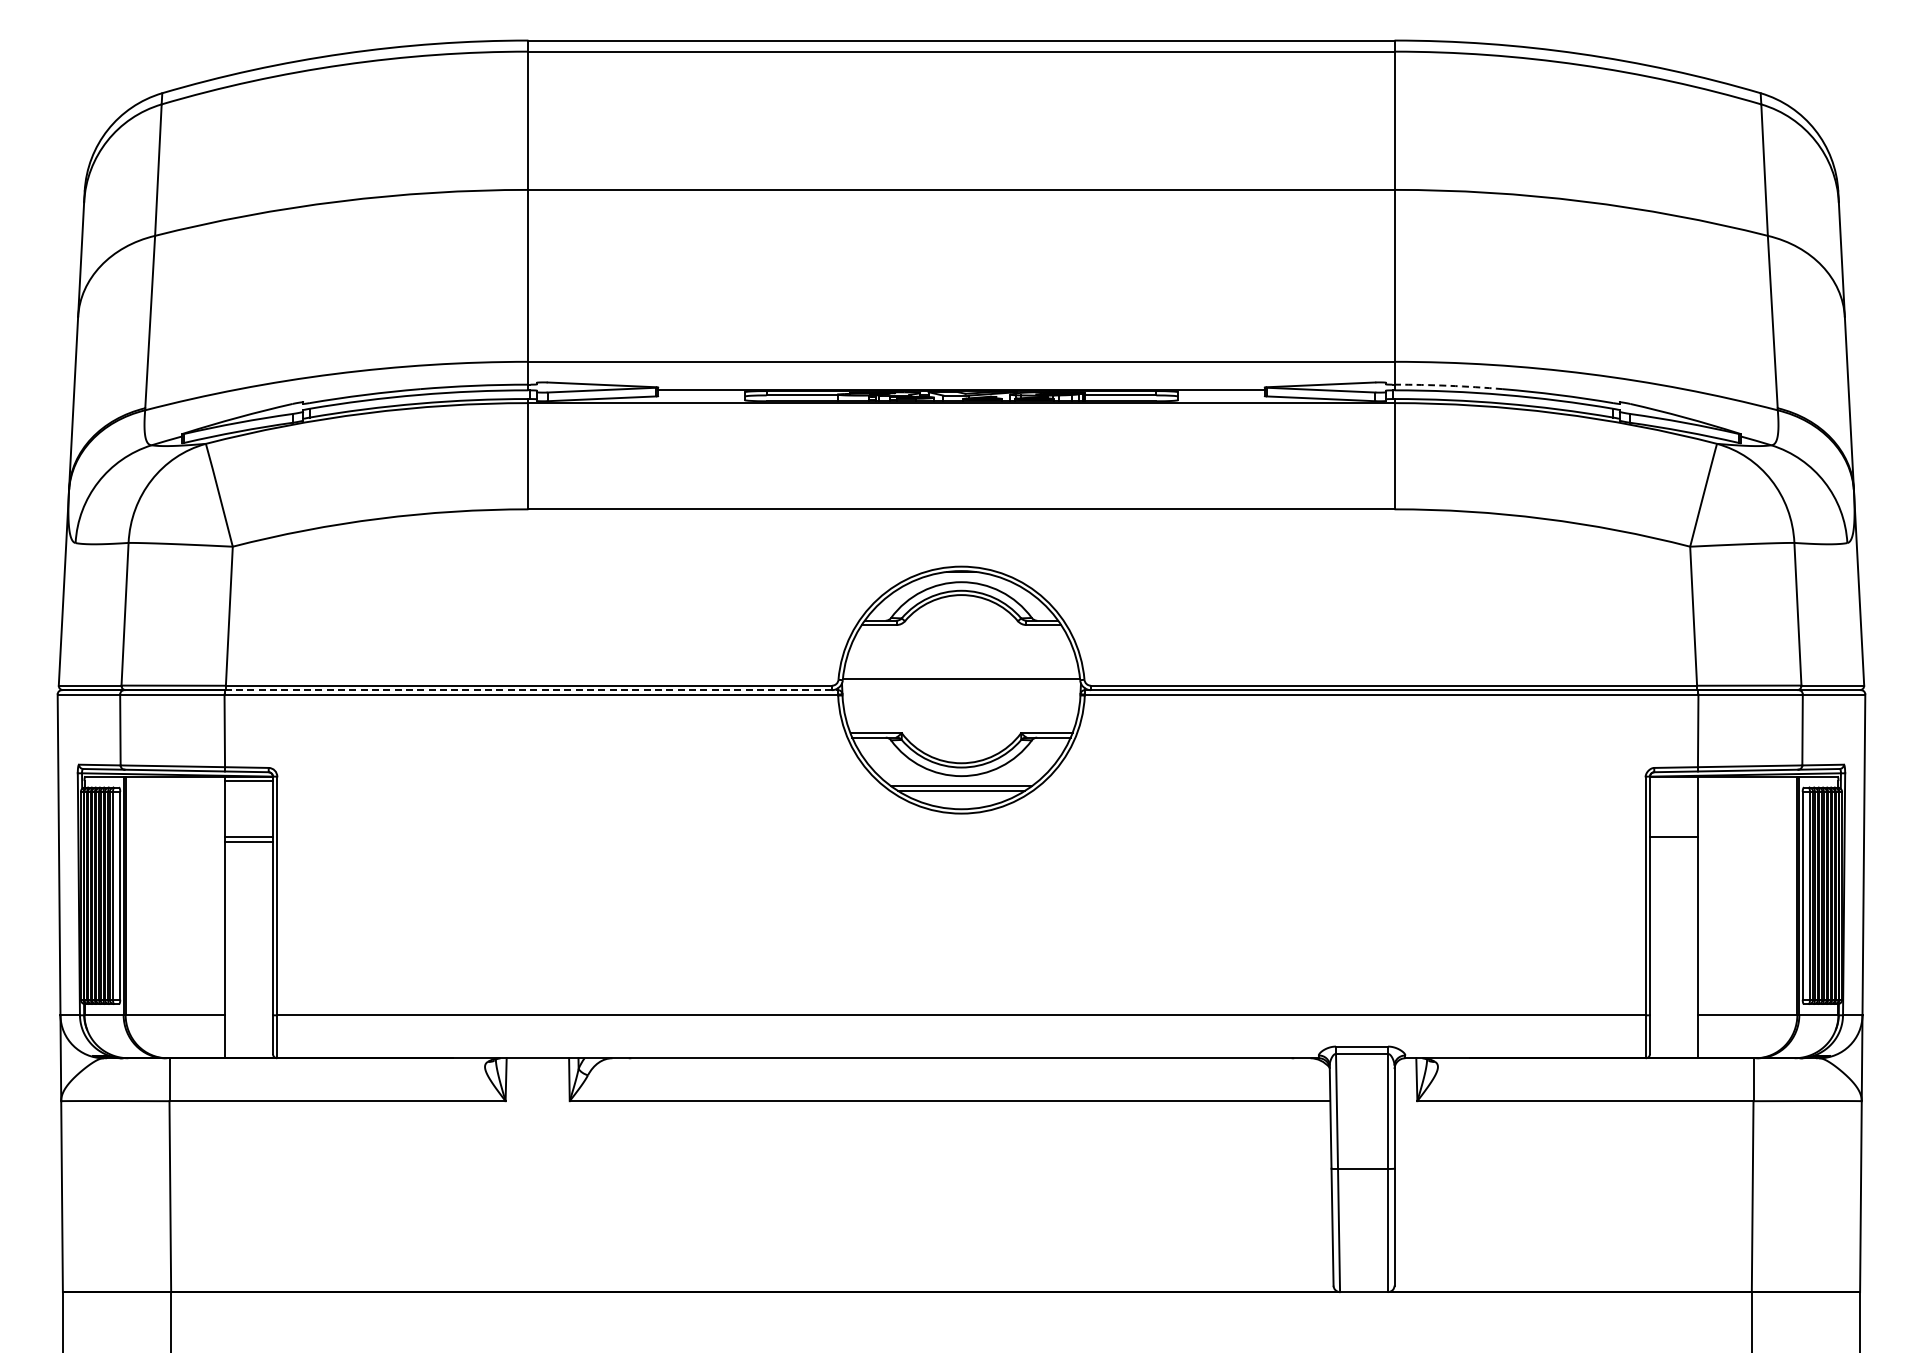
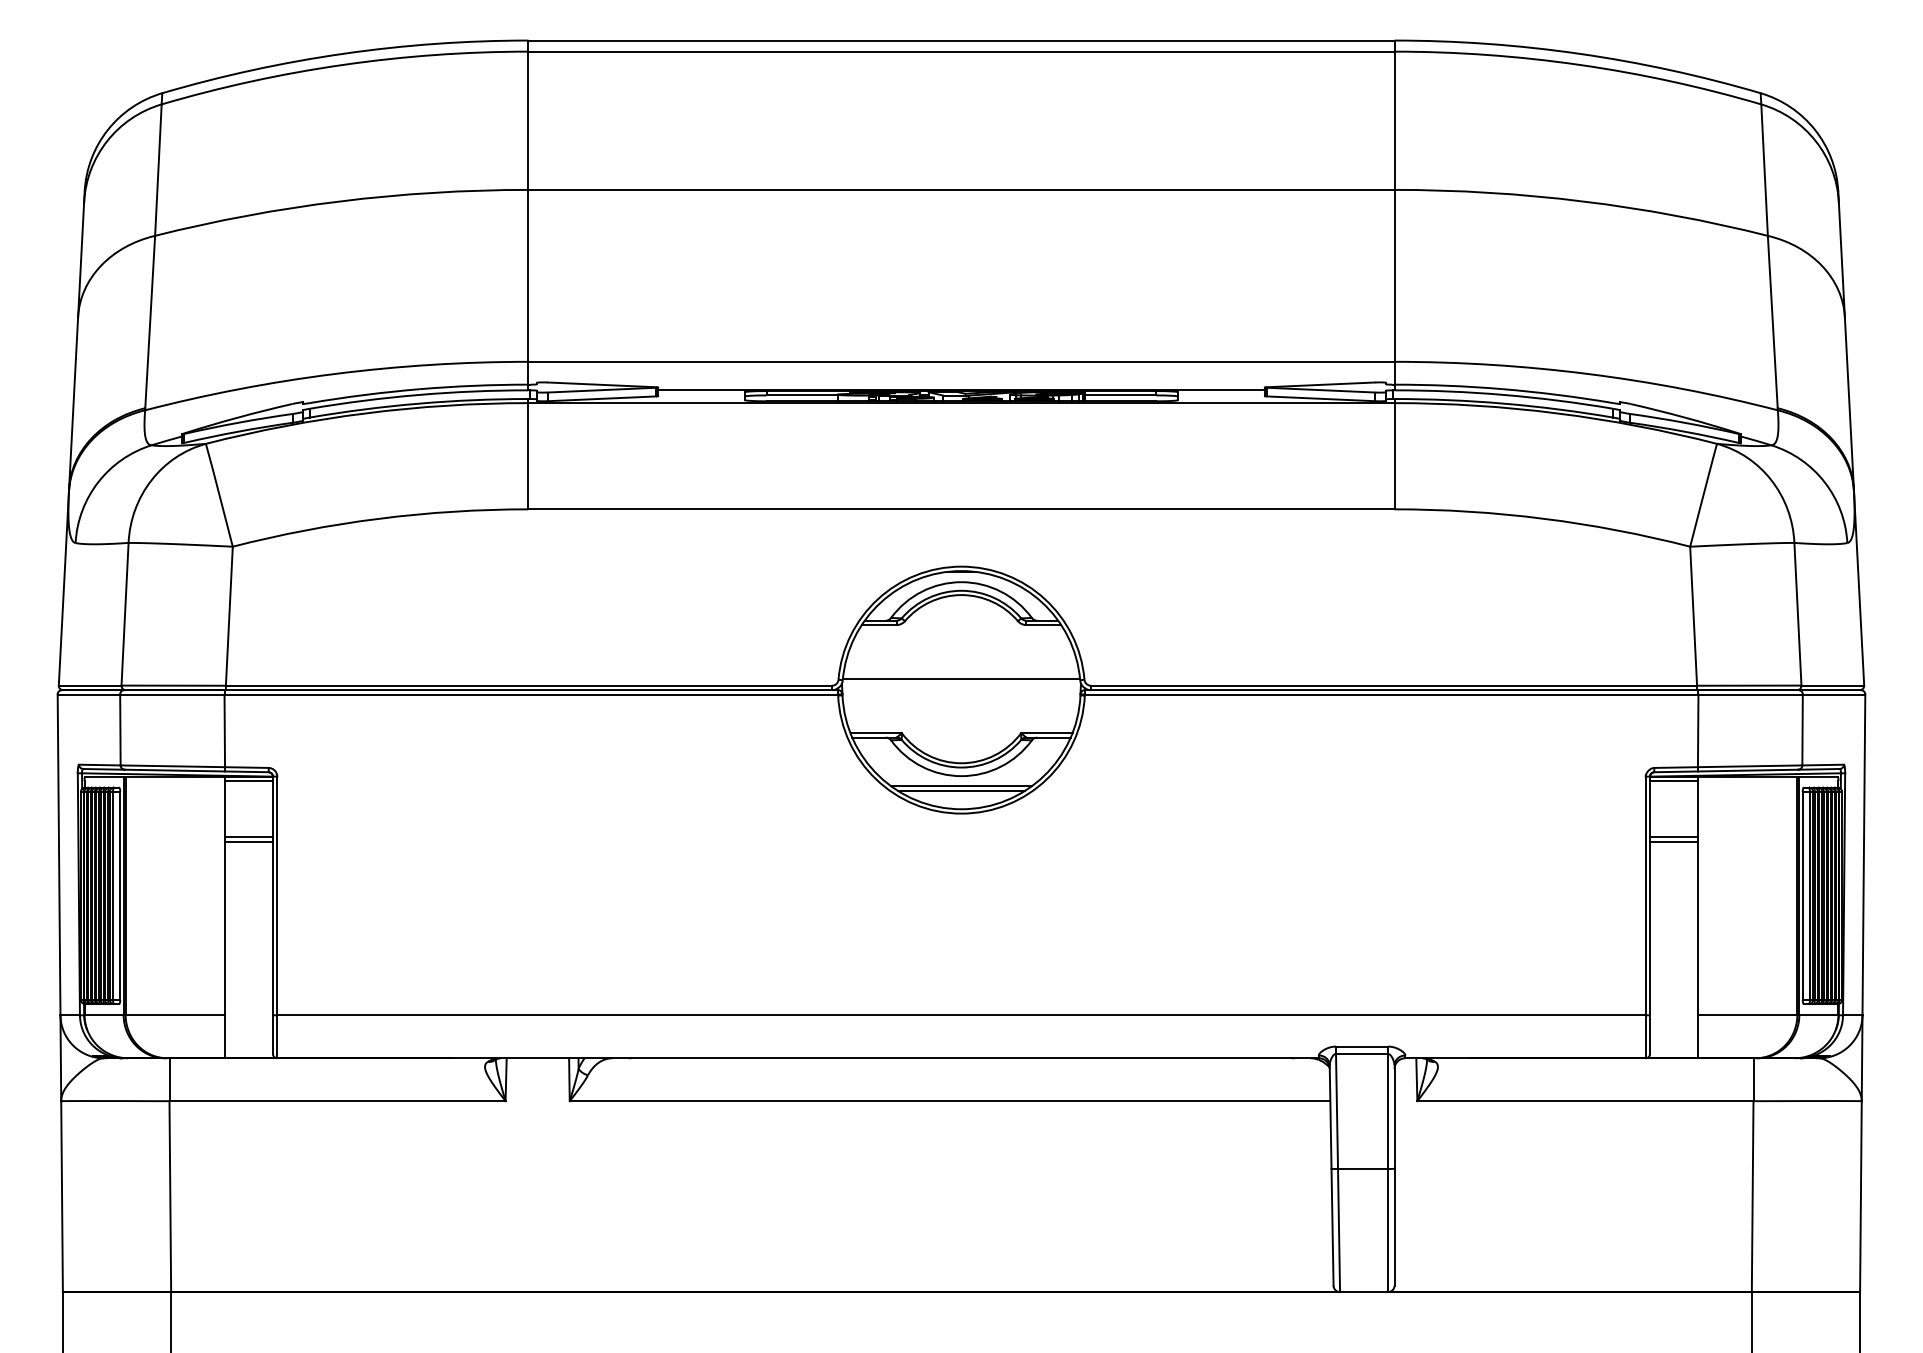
arc at (1448, 385): dashed -> solid
line at (531, 690): dashed -> solid
line at (1673, 781): none -> present
line at (1673, 841): none -> present
